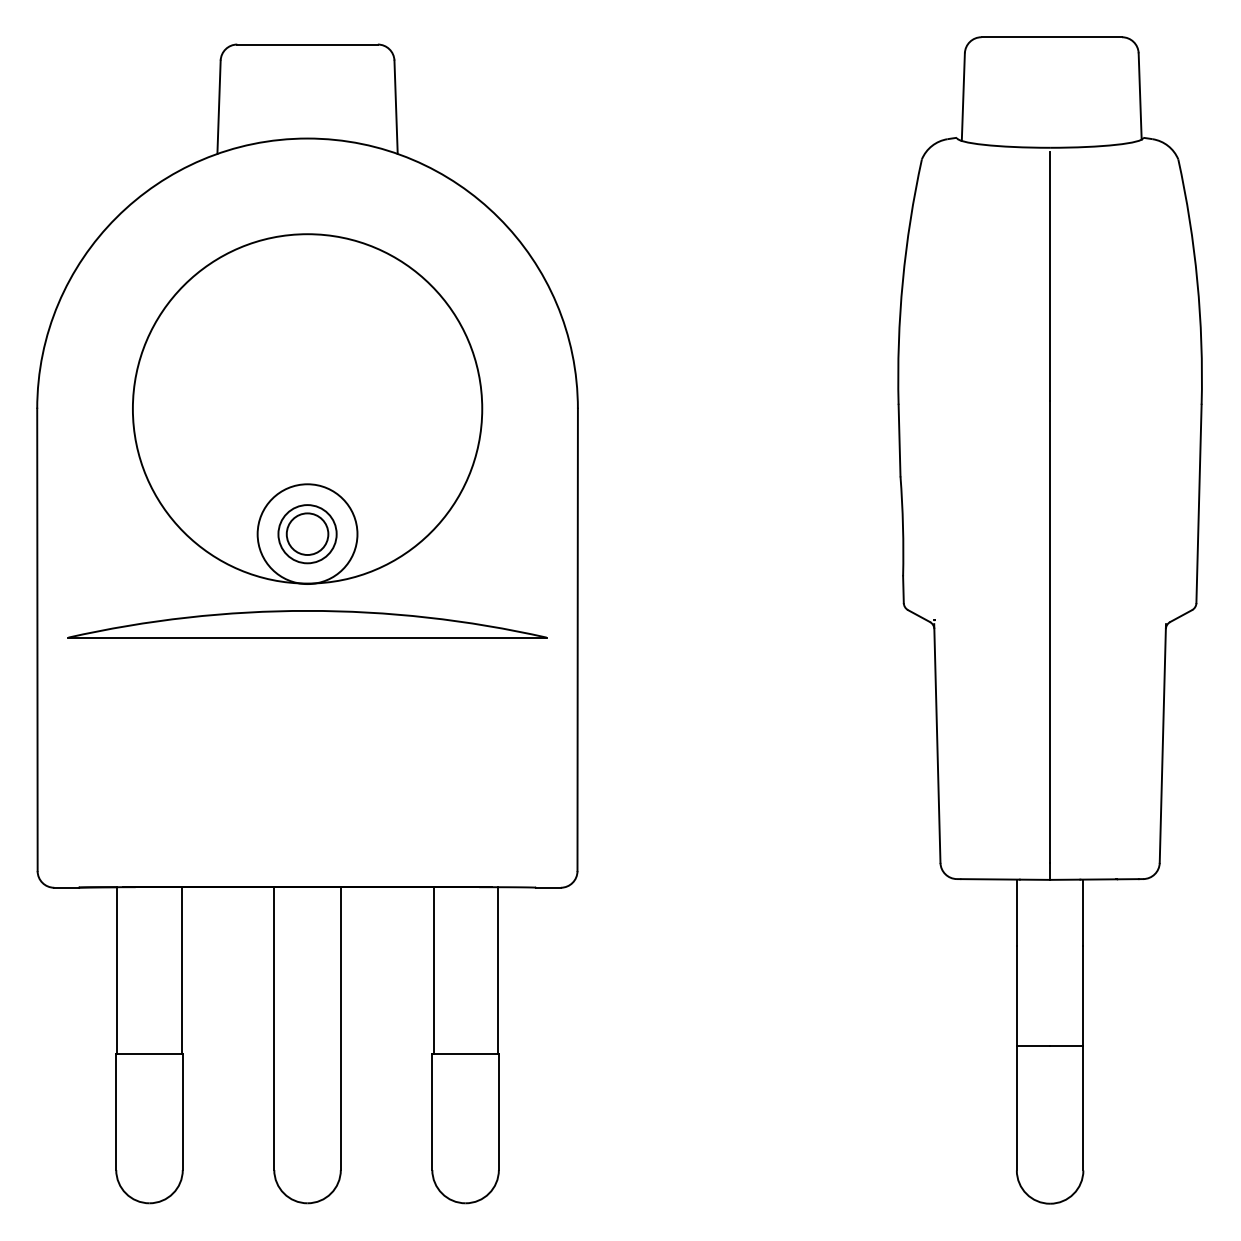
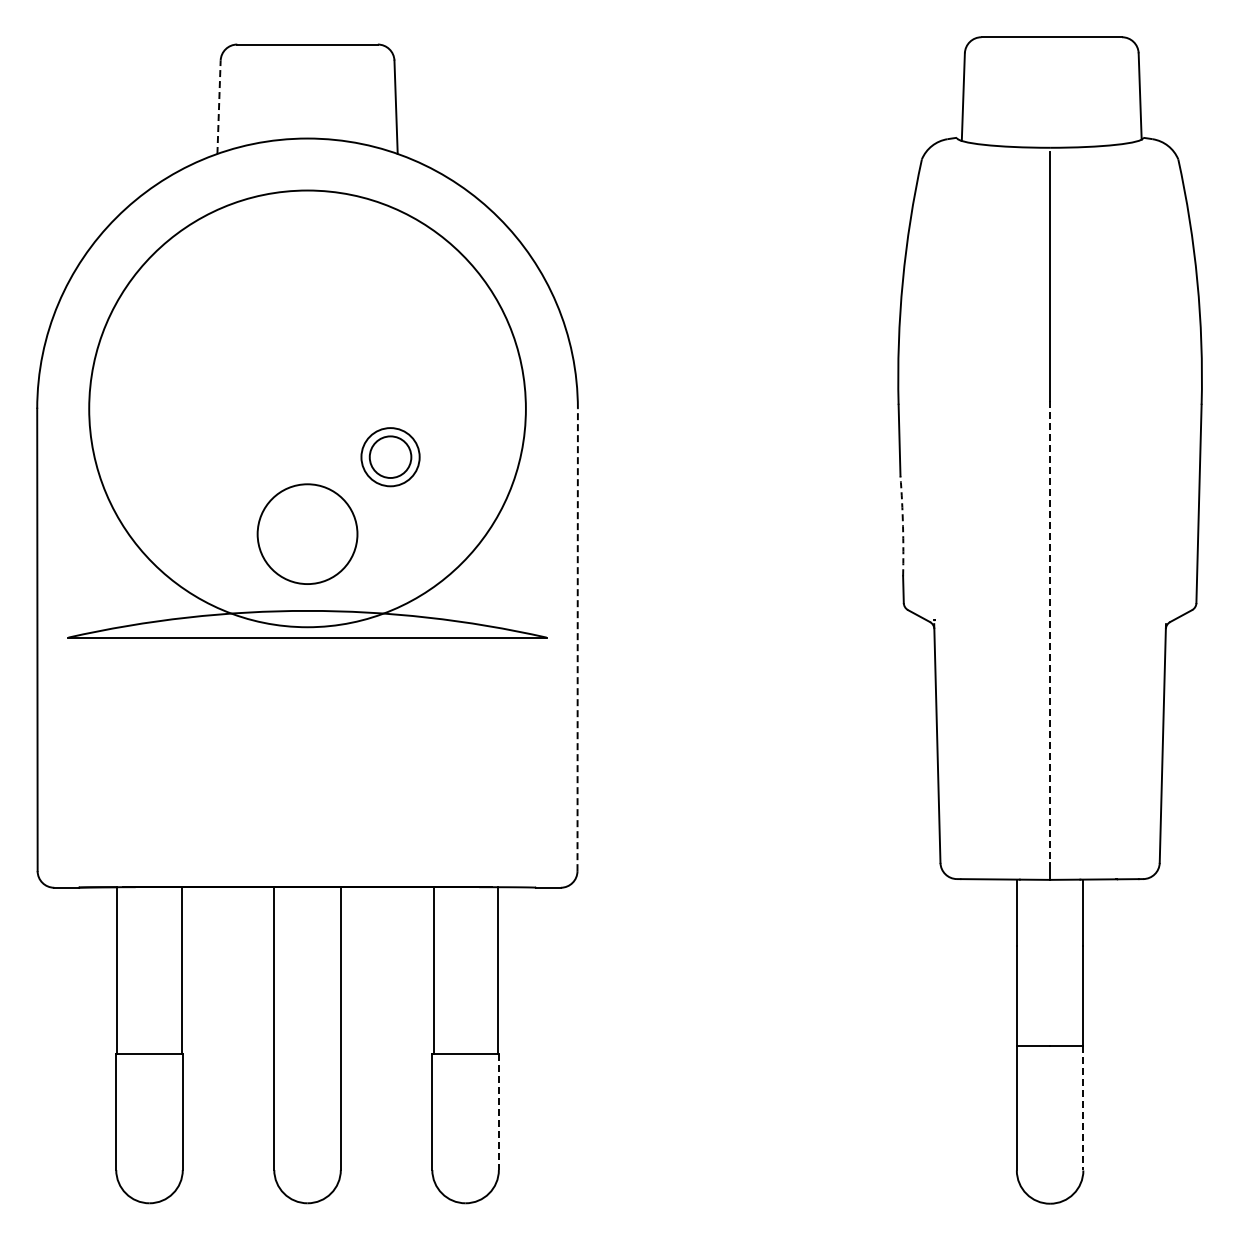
line at (219, 107): solid -> dashed
circle at (307, 408) diameter: 349 px -> 437 px
arc at (903, 526): solid -> dashed
part at (307, 534) position: (307, 534) -> (390, 457)
line at (1050, 632): solid -> dashed
line at (577, 639): solid -> dashed
line at (1083, 1108): solid -> dashed
line at (498, 1112): solid -> dashed
